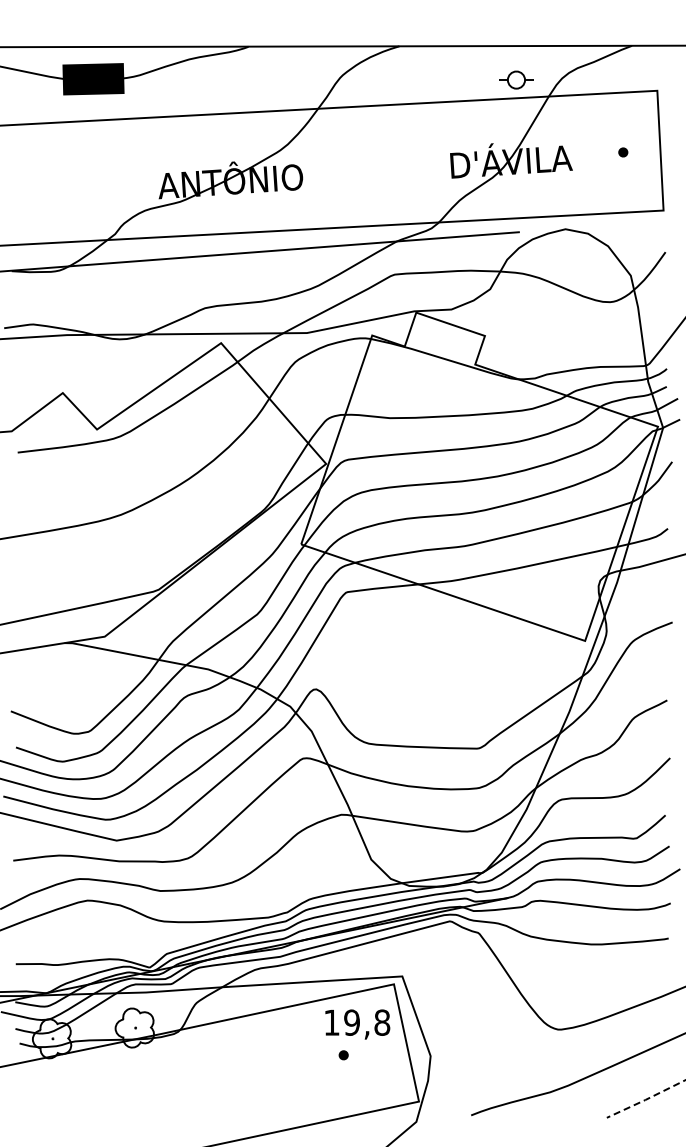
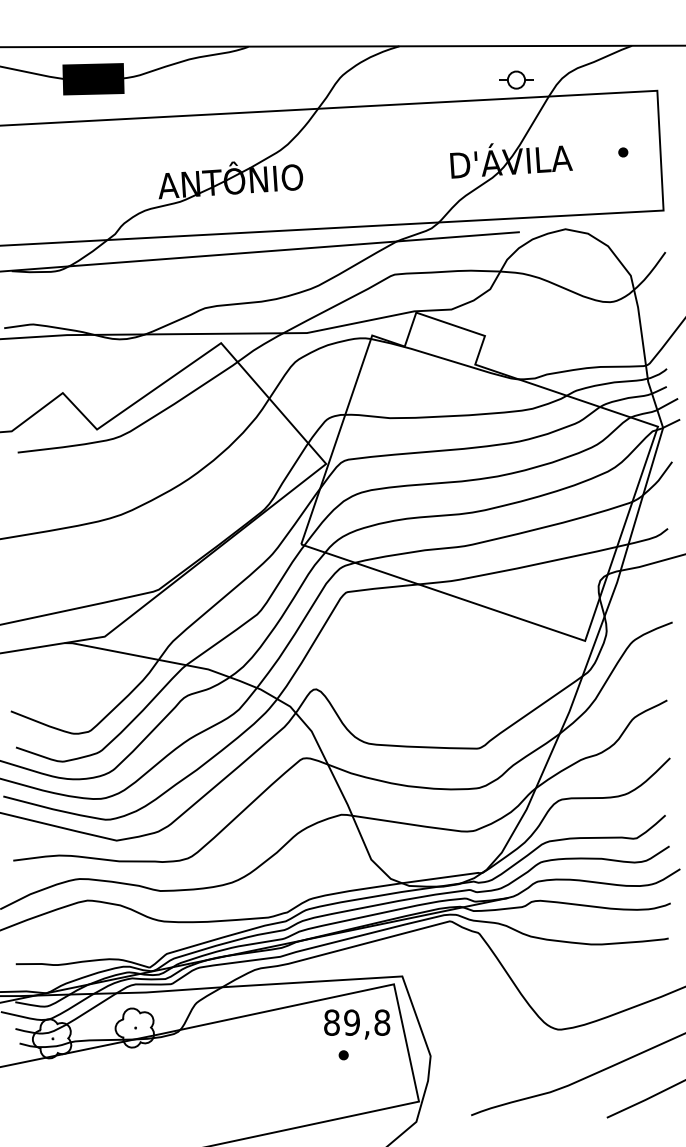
text at (331, 1022): 19,8 -> 89,8
line at (645, 1100): dashed -> solid
